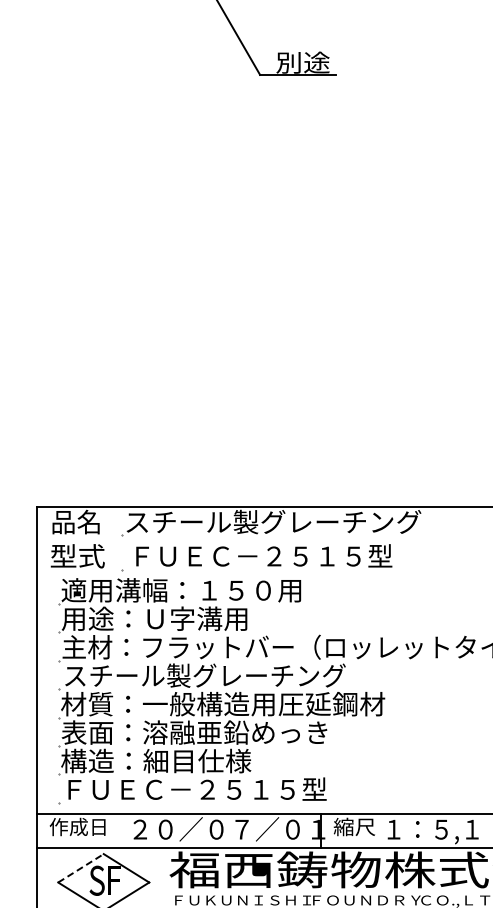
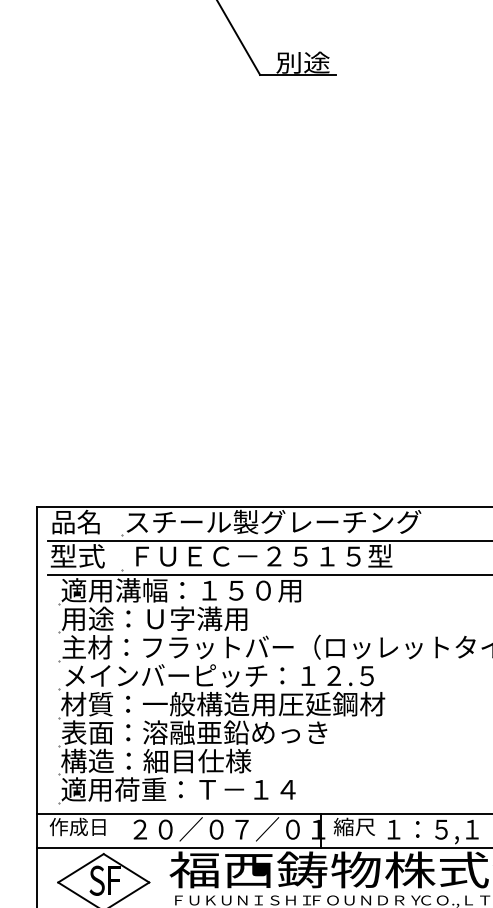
line at (268, 541): none -> present
line at (268, 575): none -> present
text at (219, 675): スチール製グレーチング -> メインバーピッチ：１２.５
text at (193, 789): ＦＵＥＣ－２５１５型 -> 適用荷重：Ｔ－１４
line at (80, 868): dashed -> solid
